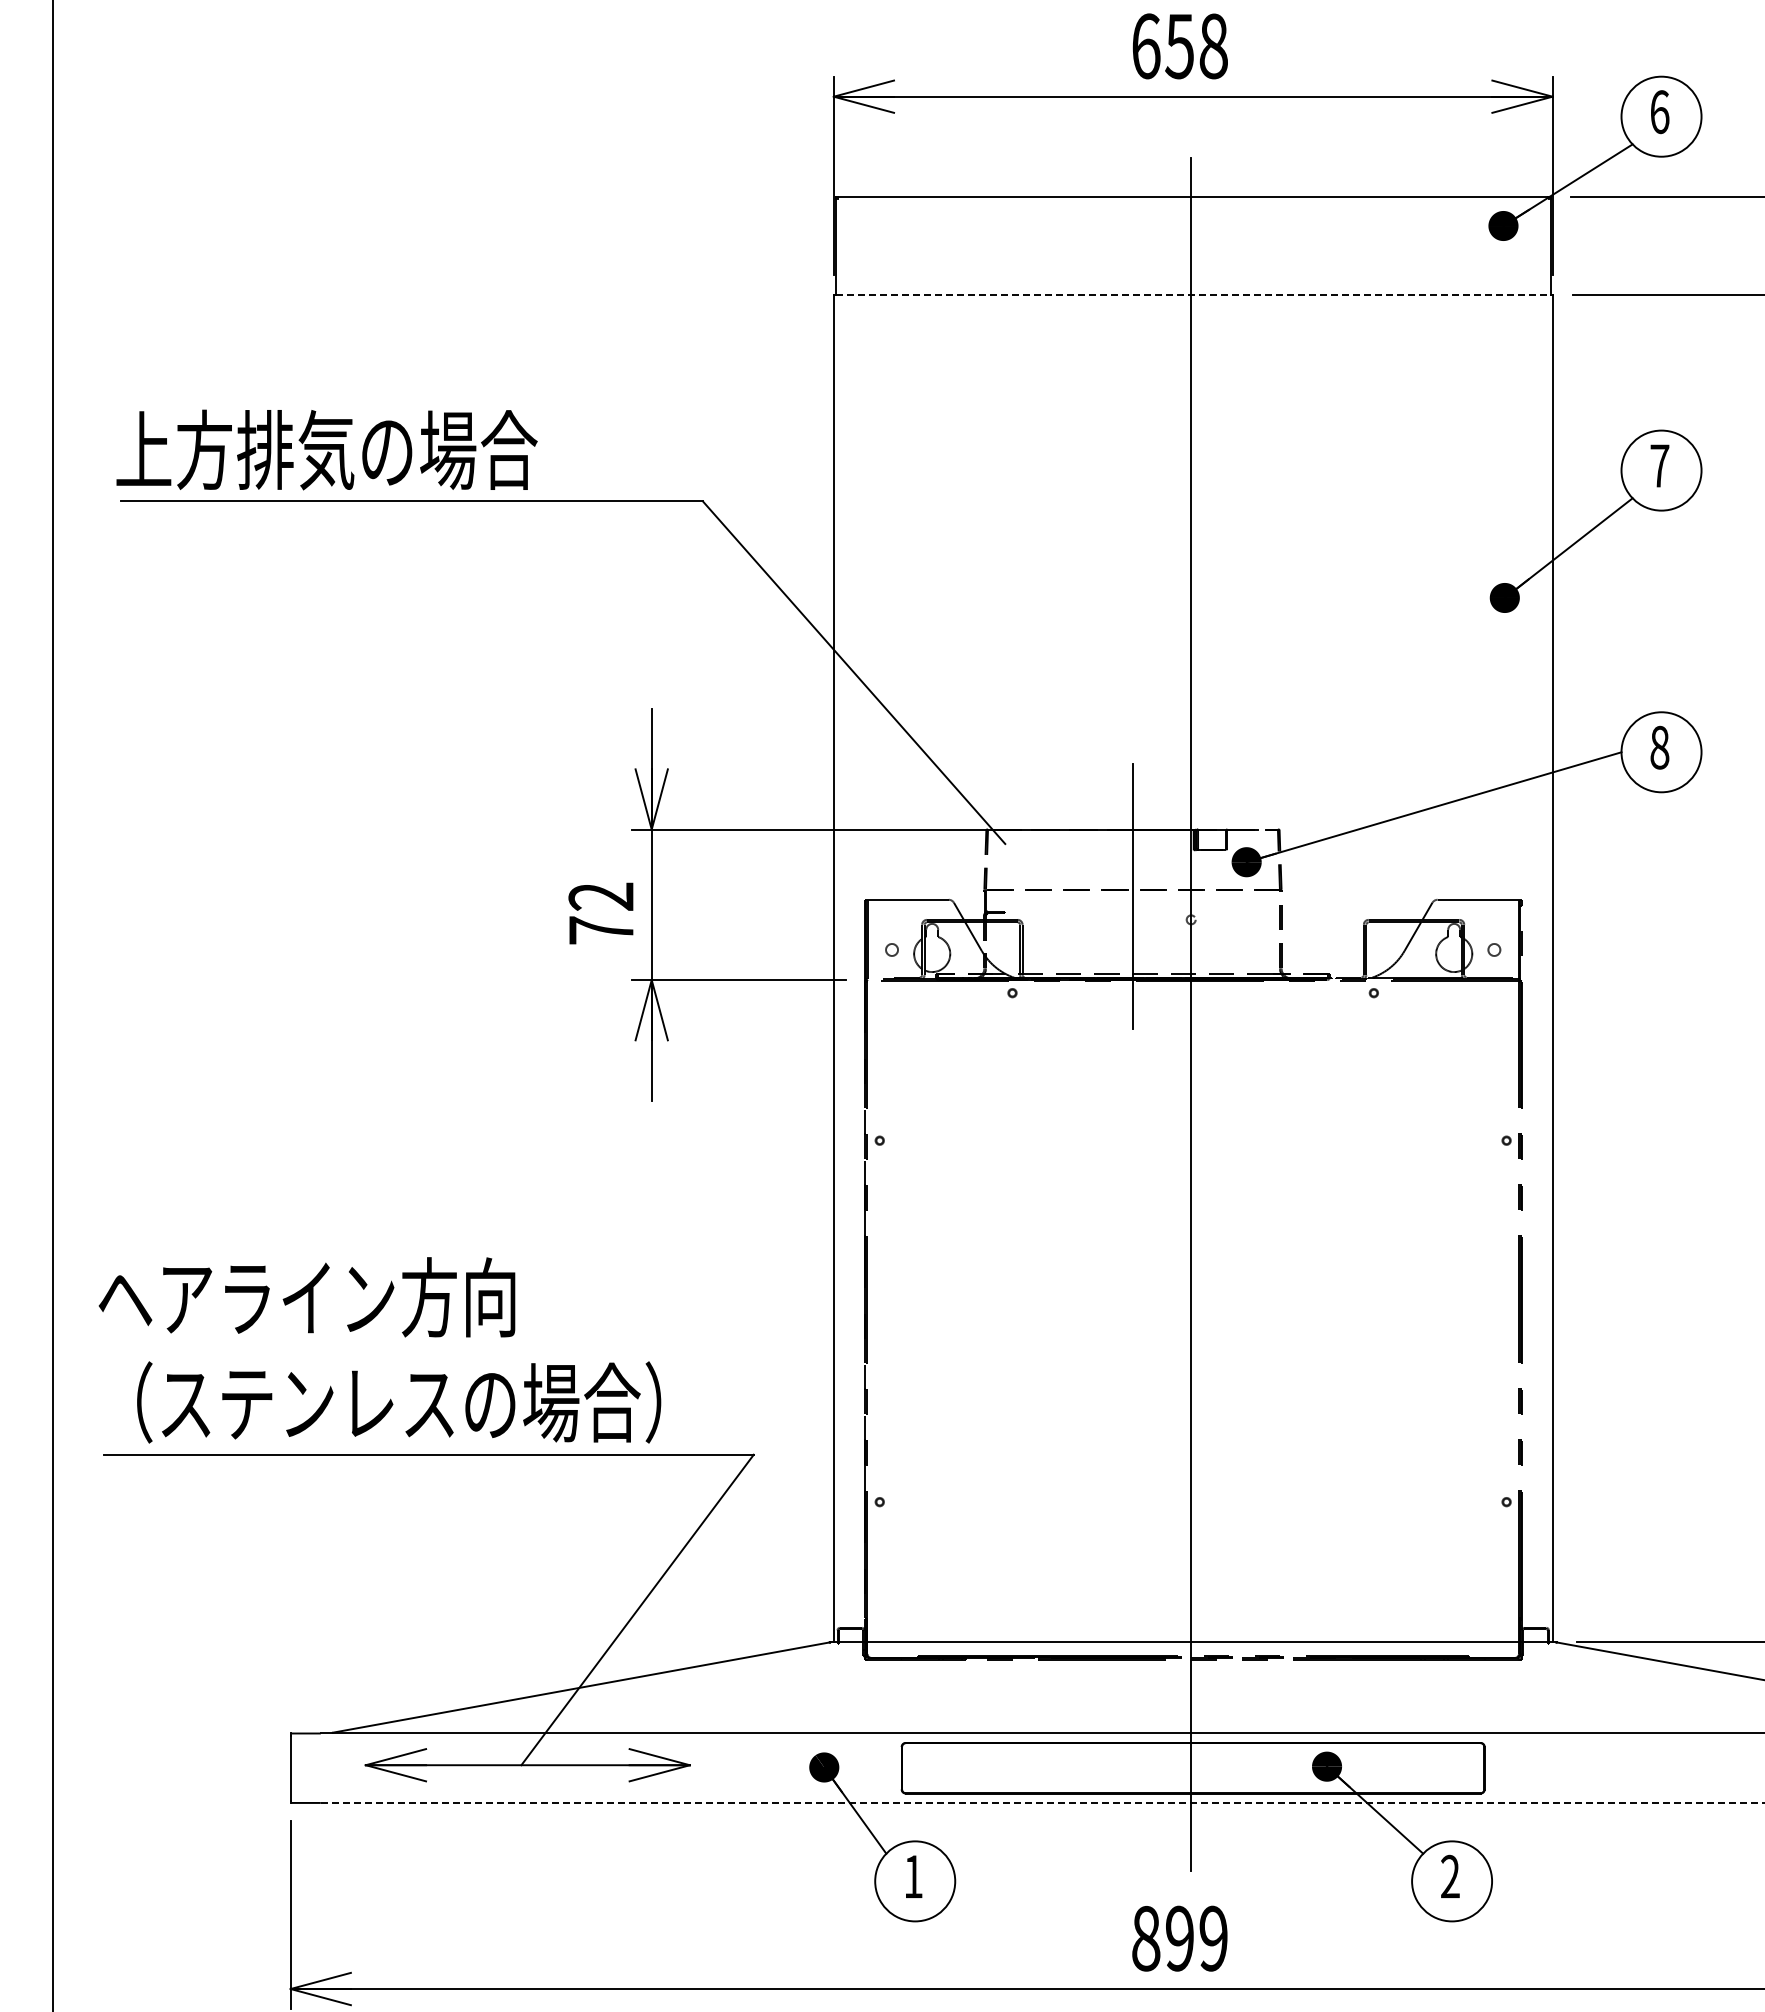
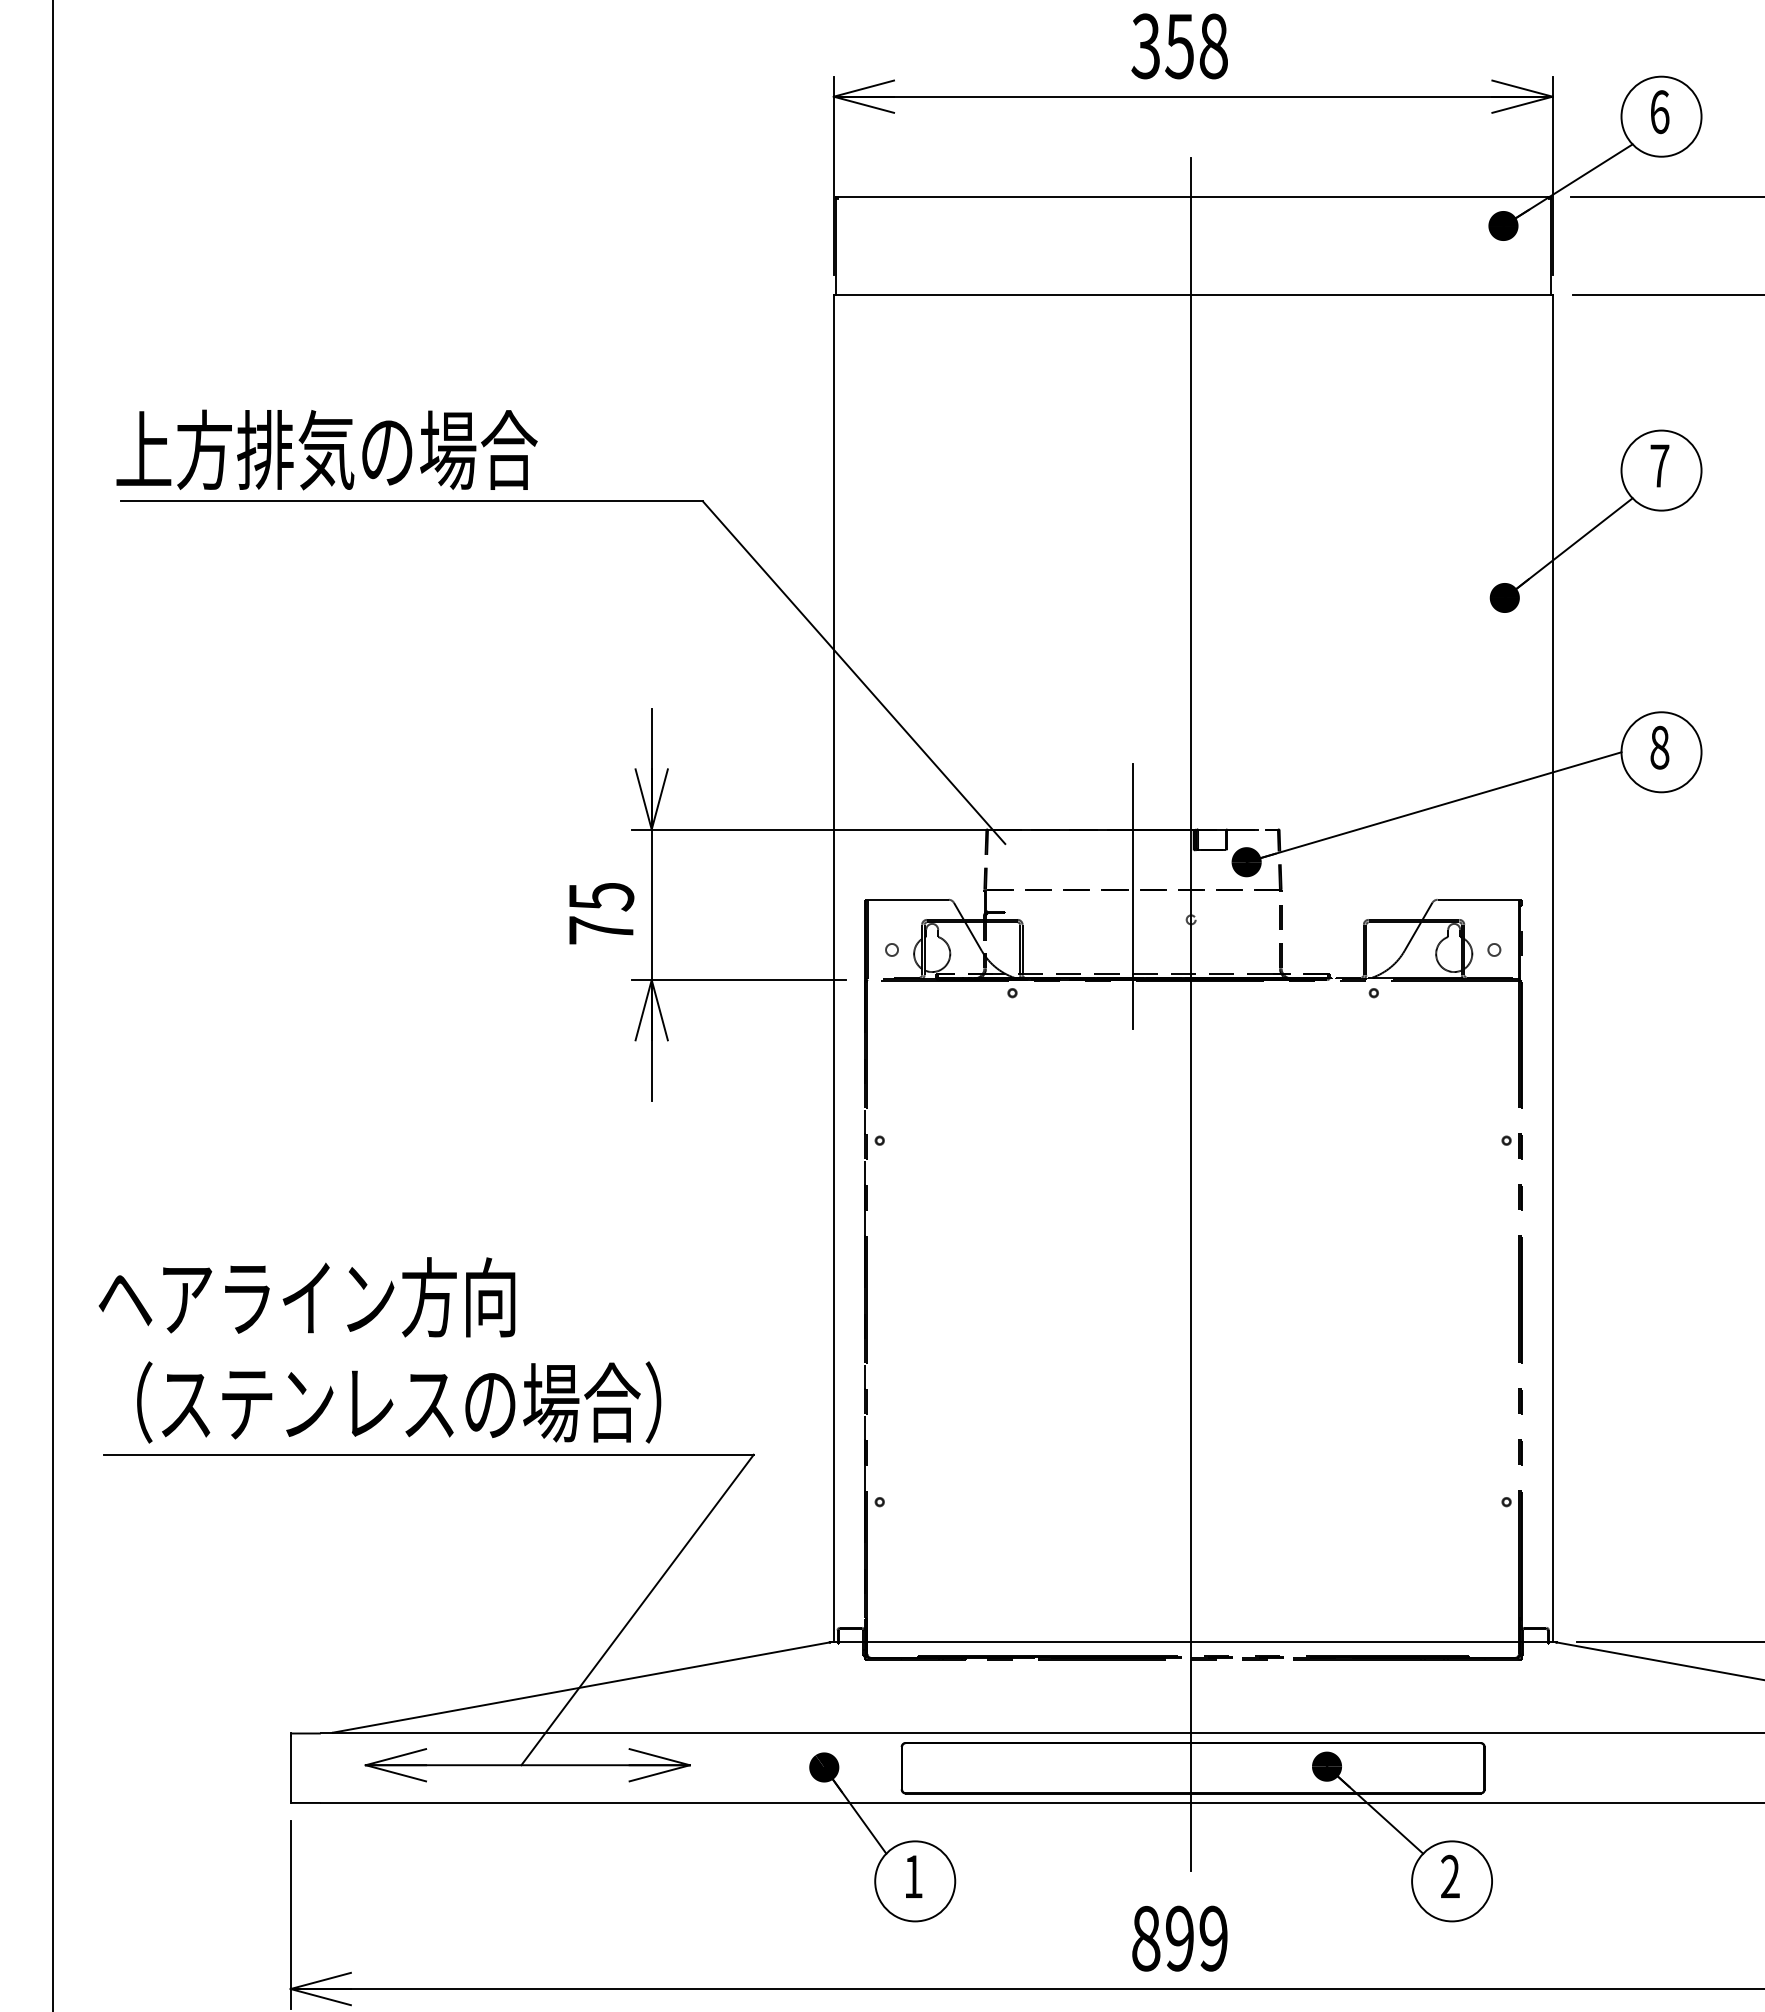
text at (1145, 46): 658 -> 358
line at (1193, 294): dashed -> solid
text at (601, 896): 72 -> 75
line at (1042, 1803): dashed -> solid
